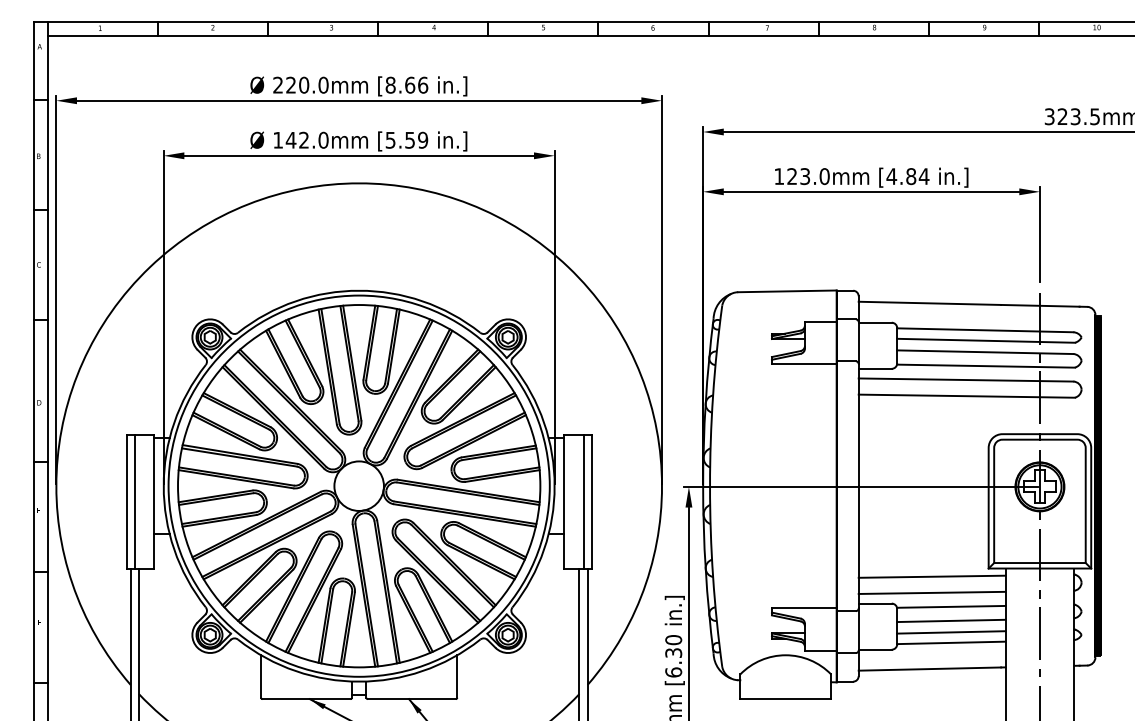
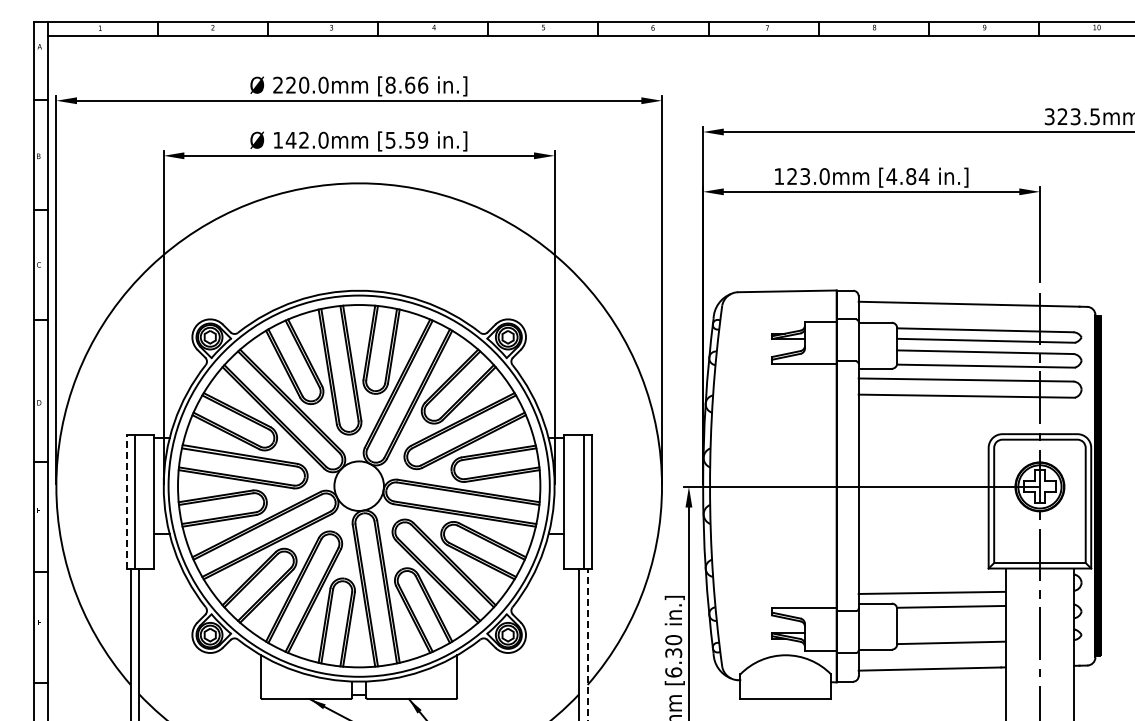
line at (126, 502): solid -> dashed
line at (931, 576): present -> none
line at (951, 620): present -> none
line at (951, 632): present -> none
line at (587, 644): solid -> dashed
